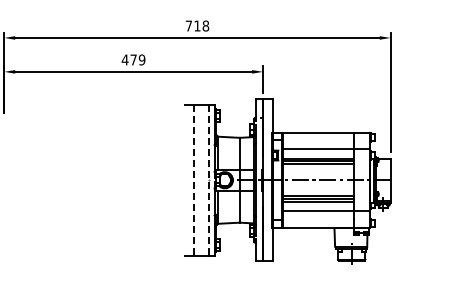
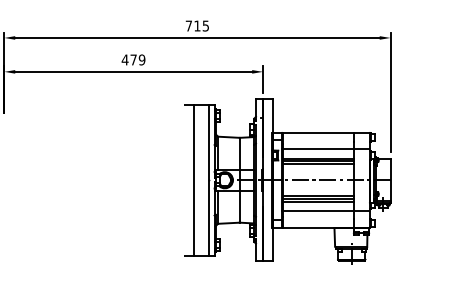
text at (205, 25): 718 -> 715
line at (194, 180): dashed -> solid
line at (208, 180): dashed -> solid
